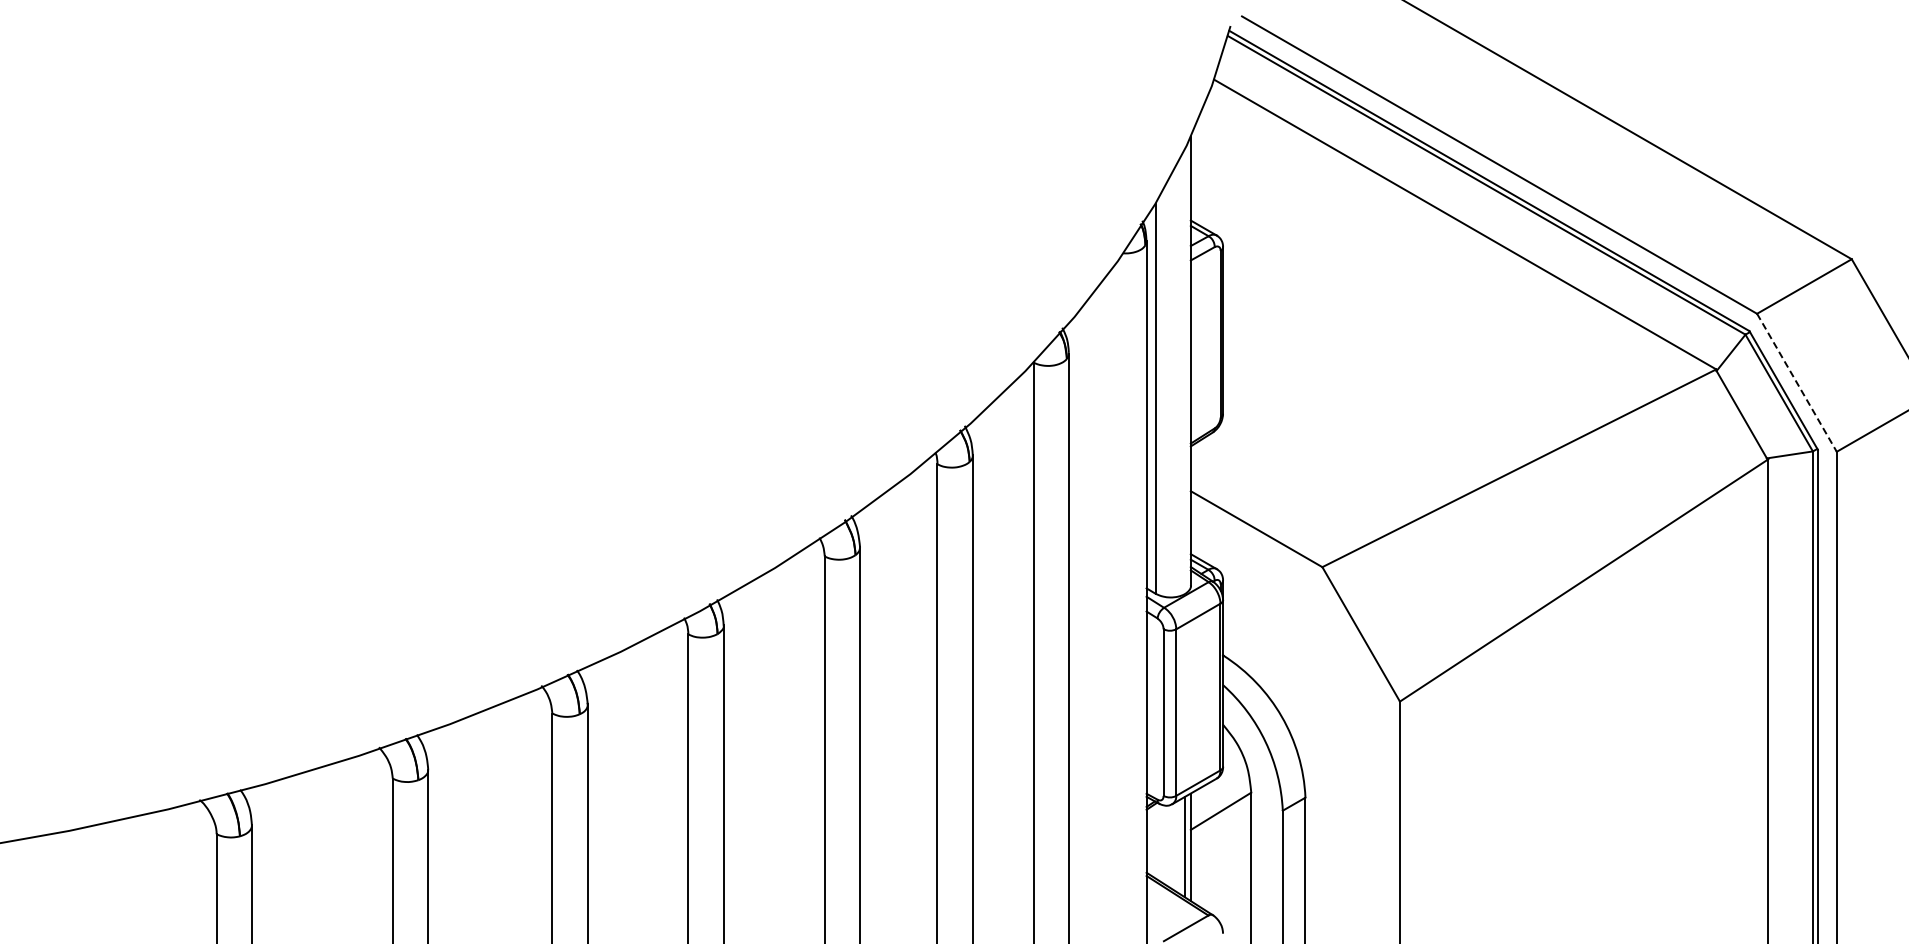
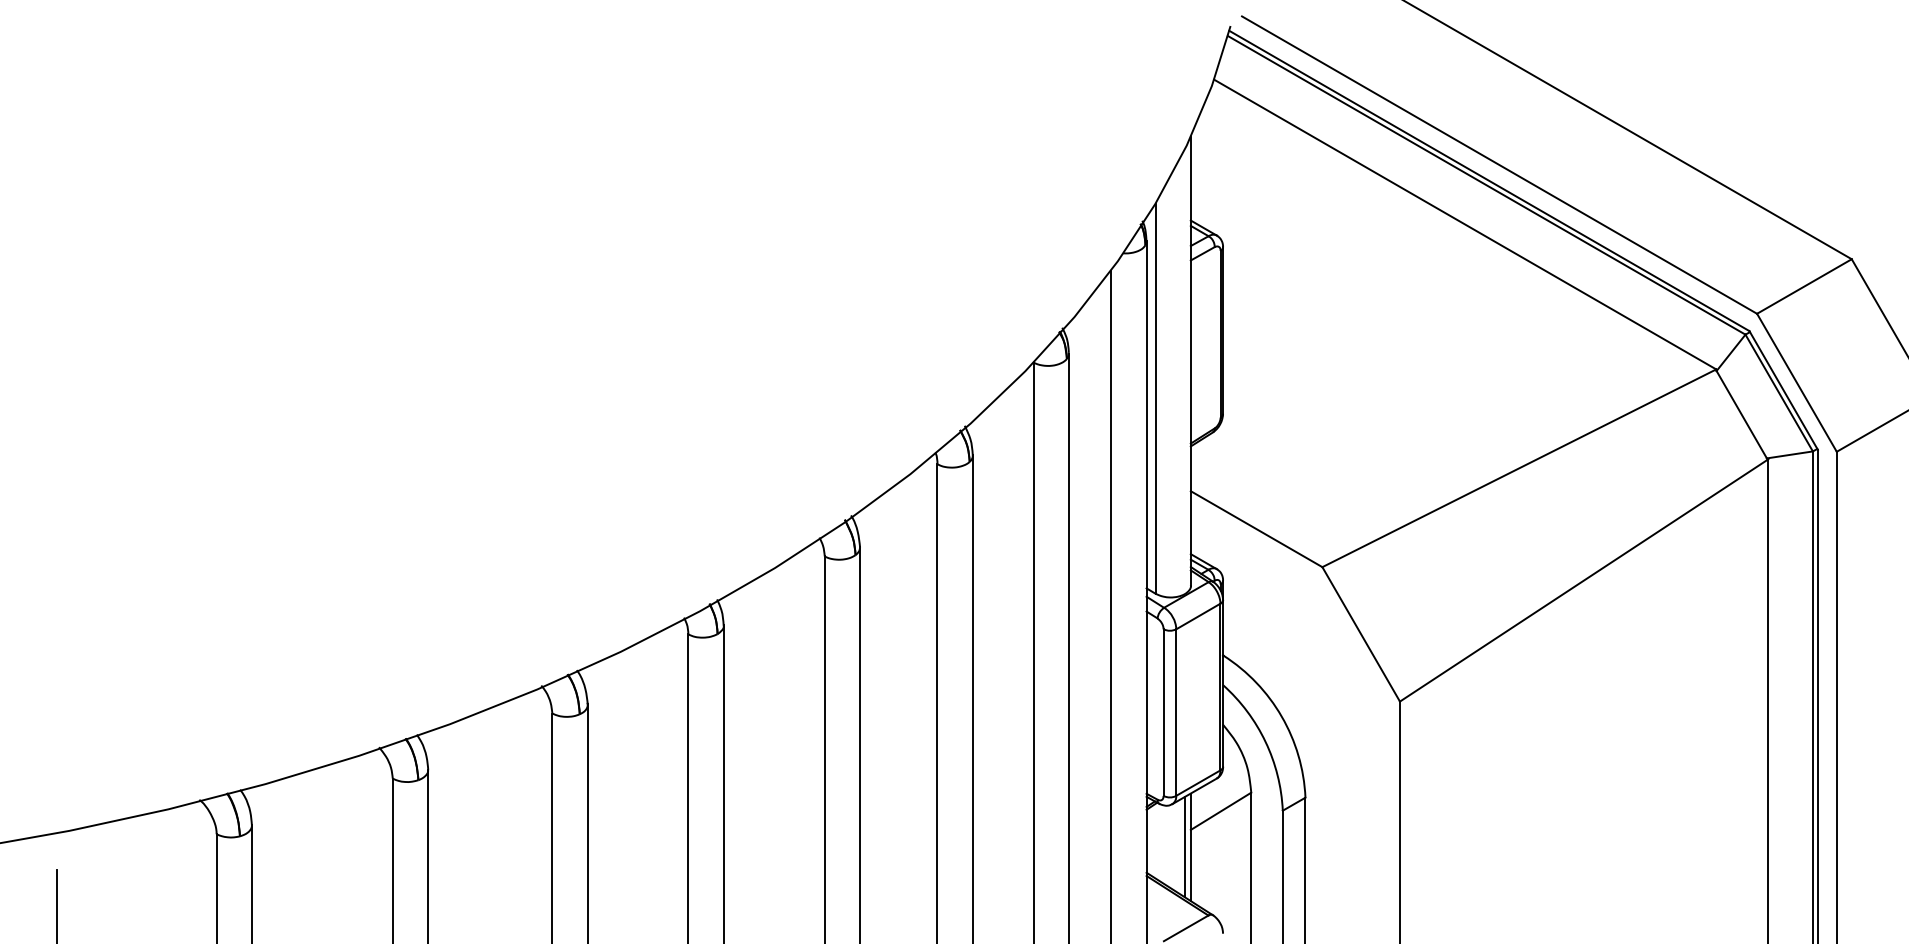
line at (1796, 382): dashed -> solid
line at (1111, 605): none -> present
line at (57, 904): none -> present
